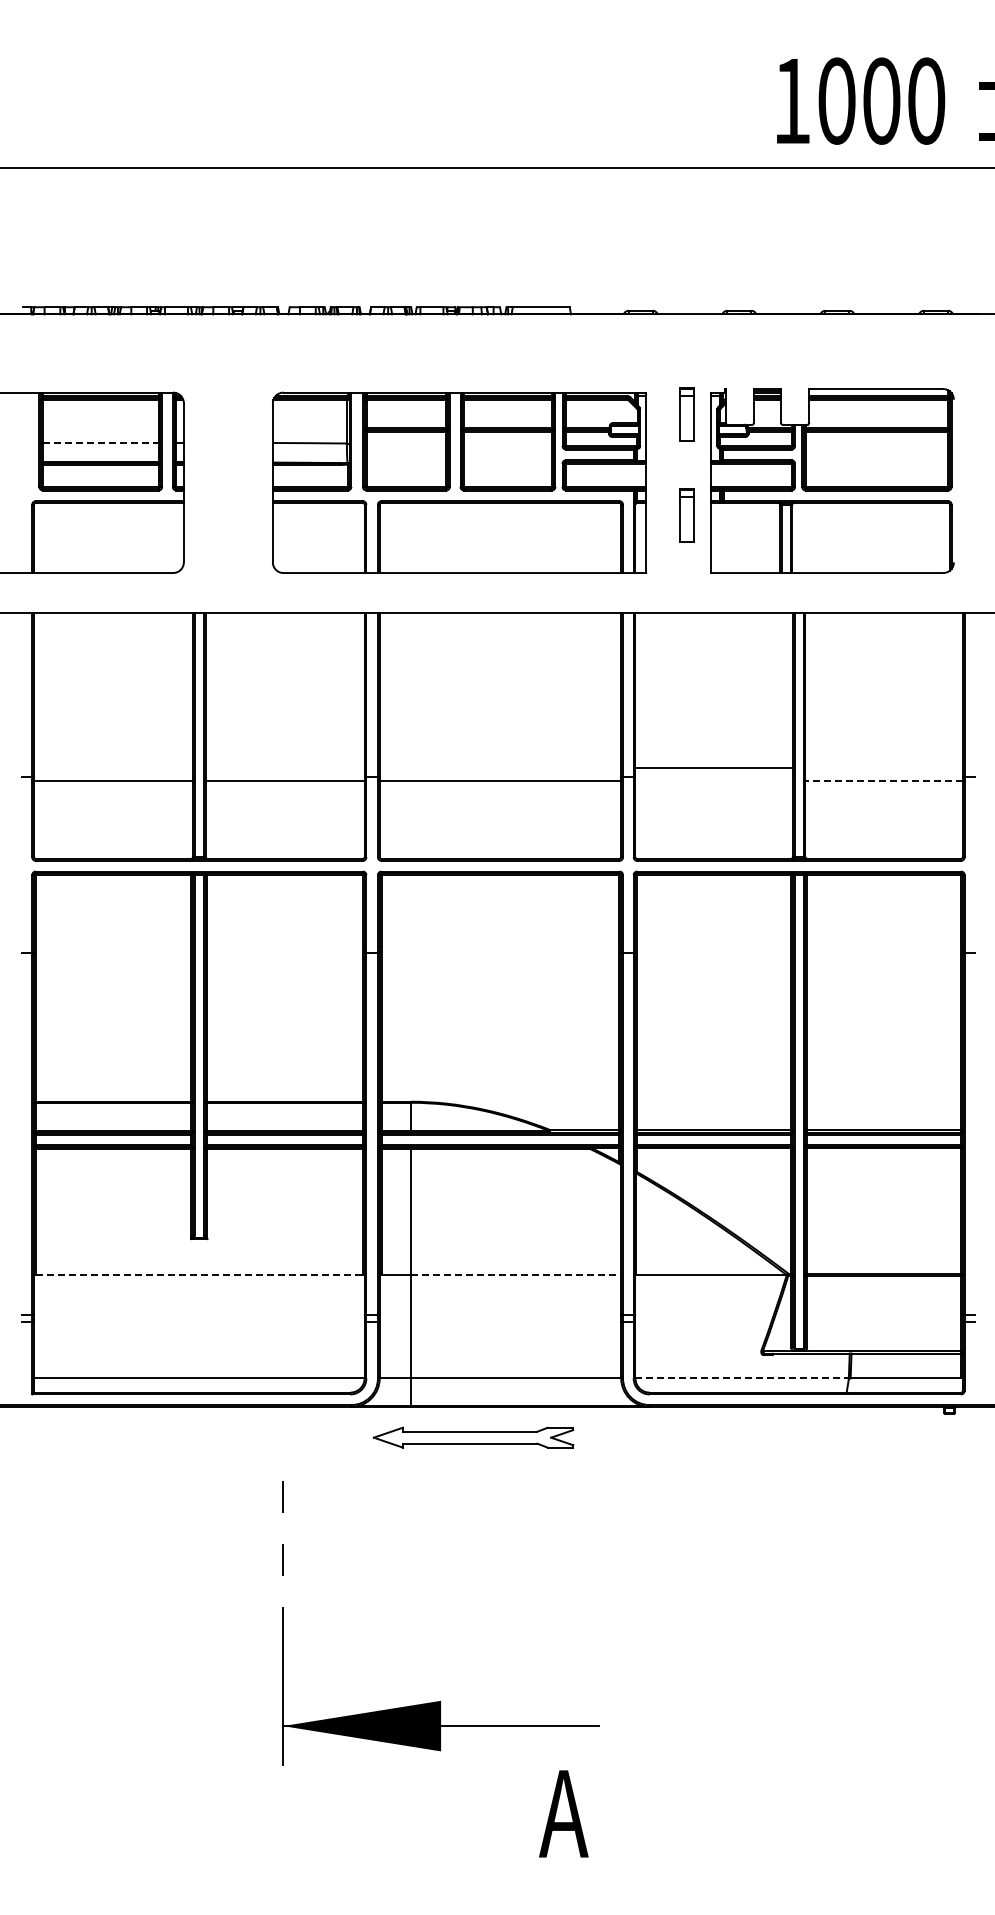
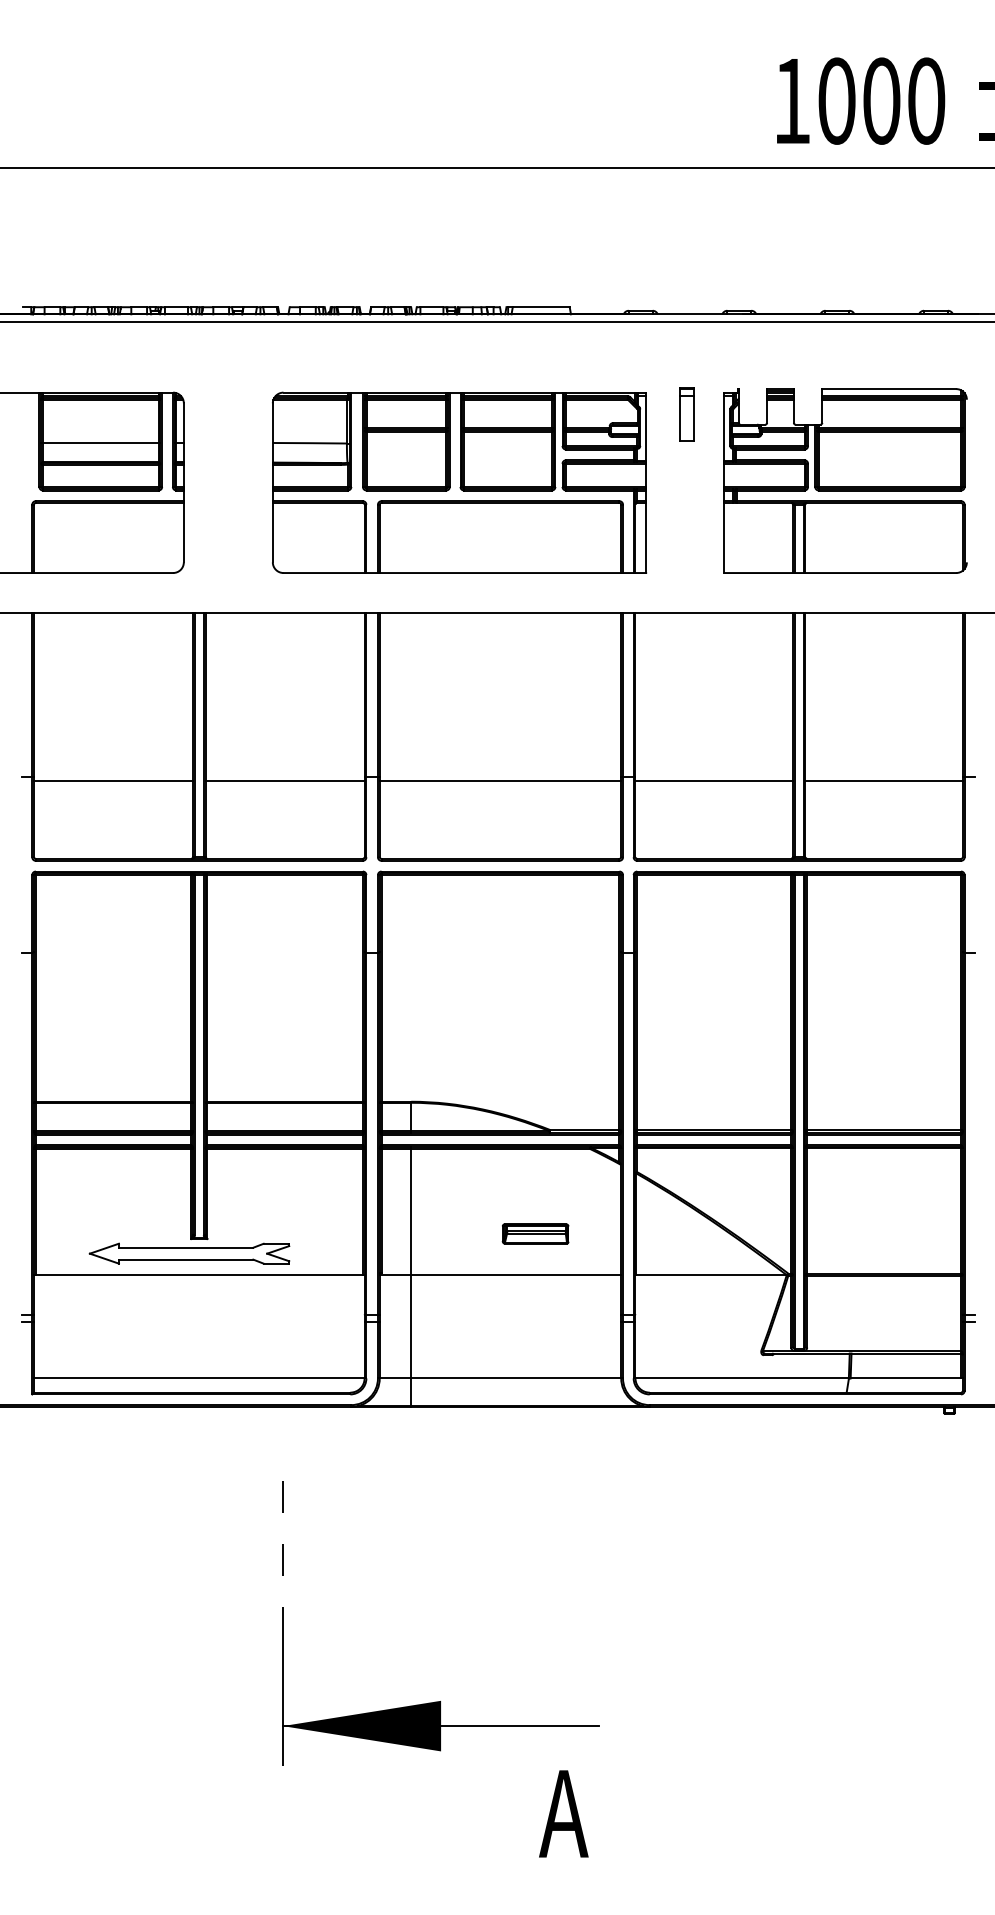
line at (496, 321): none -> present
line at (100, 442): dashed -> solid
part at (832, 480) position: (832, 480) -> (845, 480)
part at (686, 515): present -> none
line at (713, 768) position: (713, 768) -> (713, 781)
line at (884, 781): dashed -> solid
part at (535, 1233): none -> present
line at (199, 1275): dashed -> solid
line at (516, 1275): dashed -> solid
line at (742, 1378): dashed -> solid
part at (473, 1437) position: (473, 1437) -> (189, 1253)
